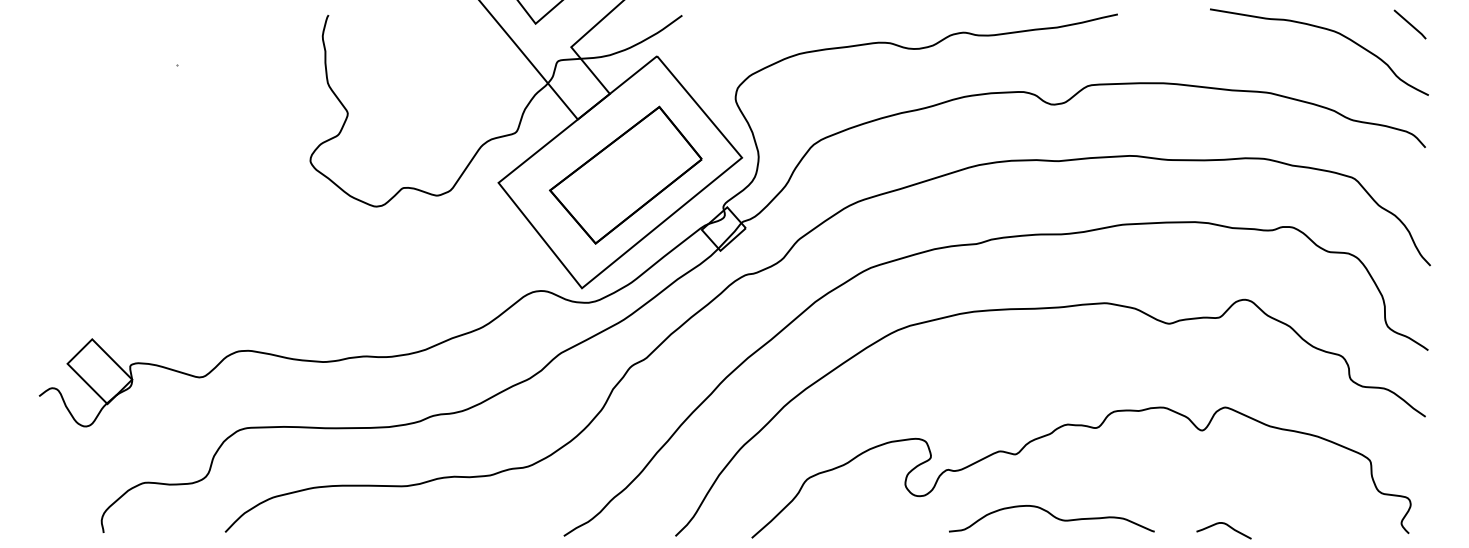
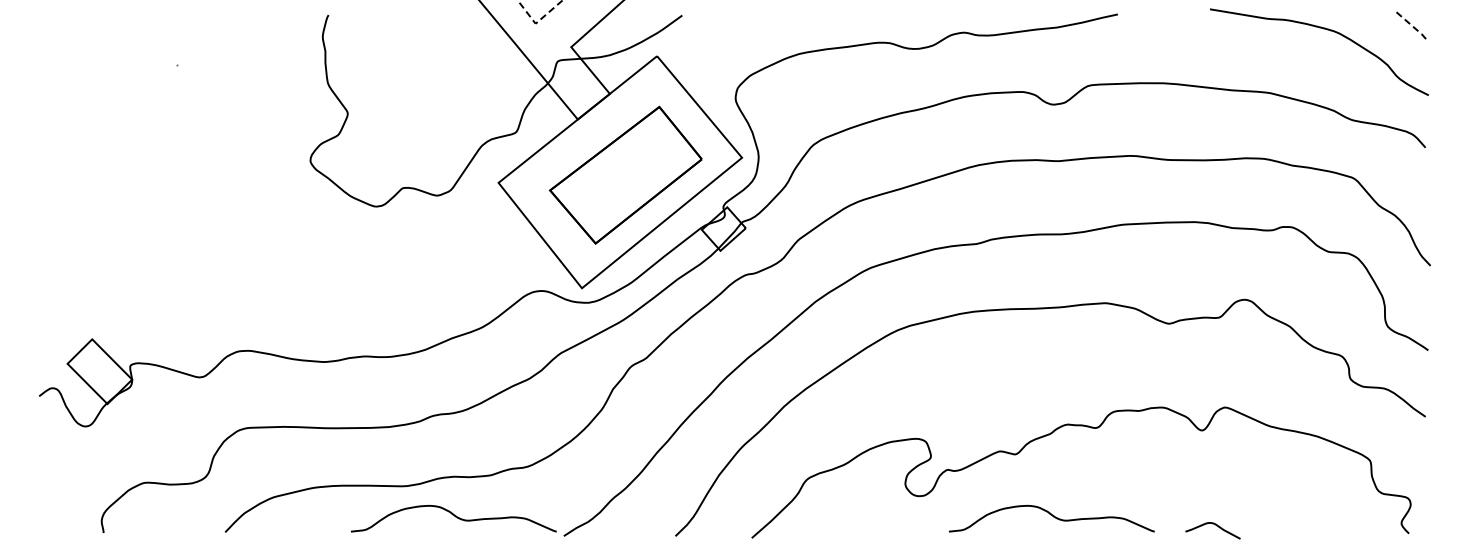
line at (537, 21): solid -> dashed
line at (1410, 24): solid -> dashed
curve at (454, 516): none -> present
curve at (1227, 526) position: (1227, 526) -> (1216, 526)
